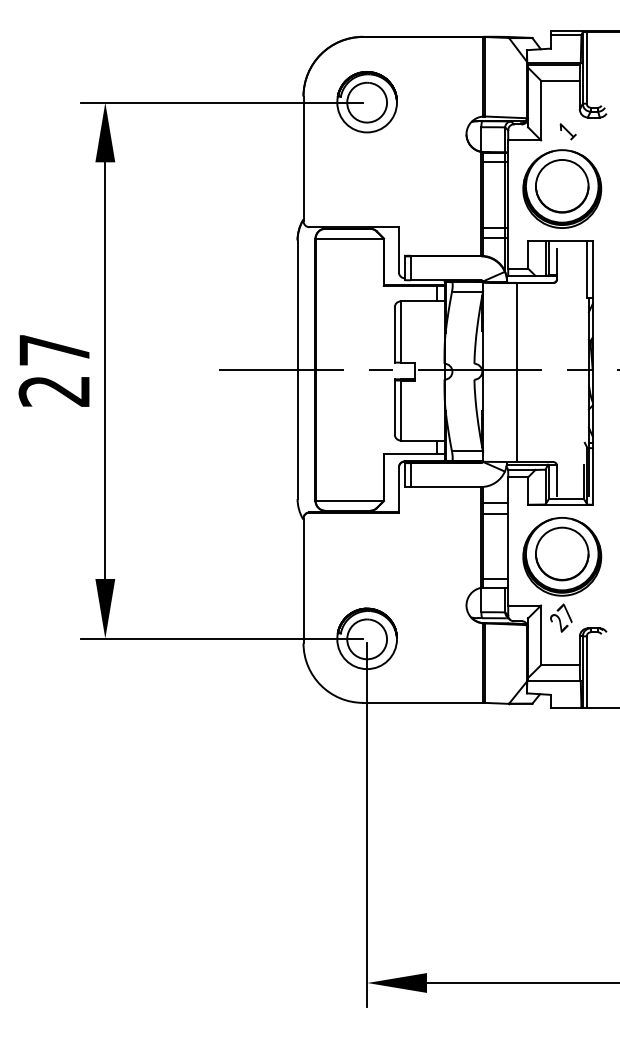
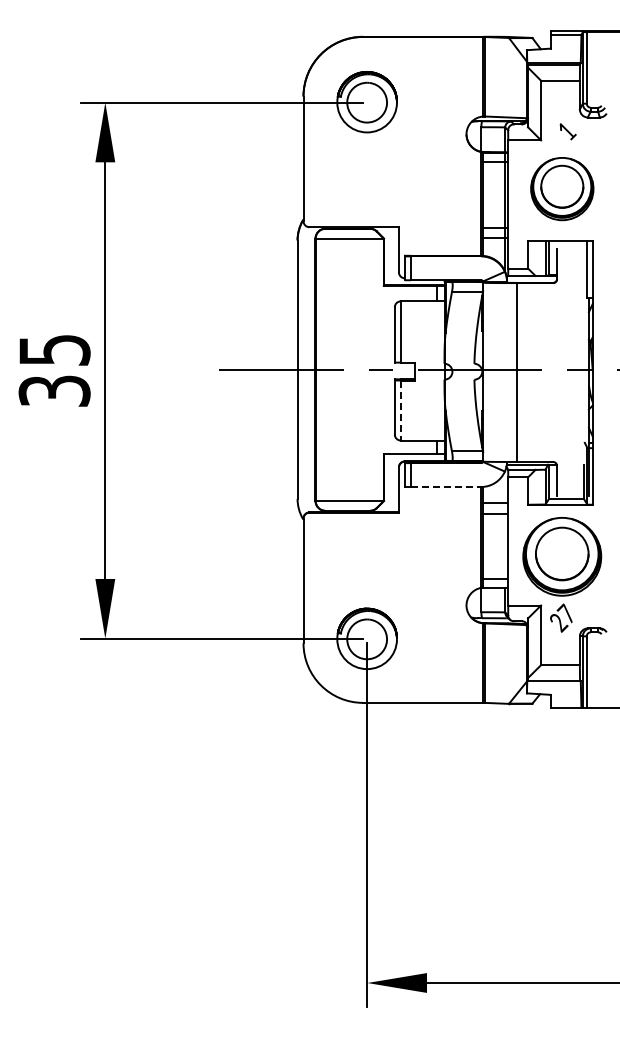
part at (562, 188) size: 81x80 px -> 65x65 px
text at (54, 370): 27 -> 35
line at (400, 411): solid -> dashed
line at (446, 486): solid -> dashed
